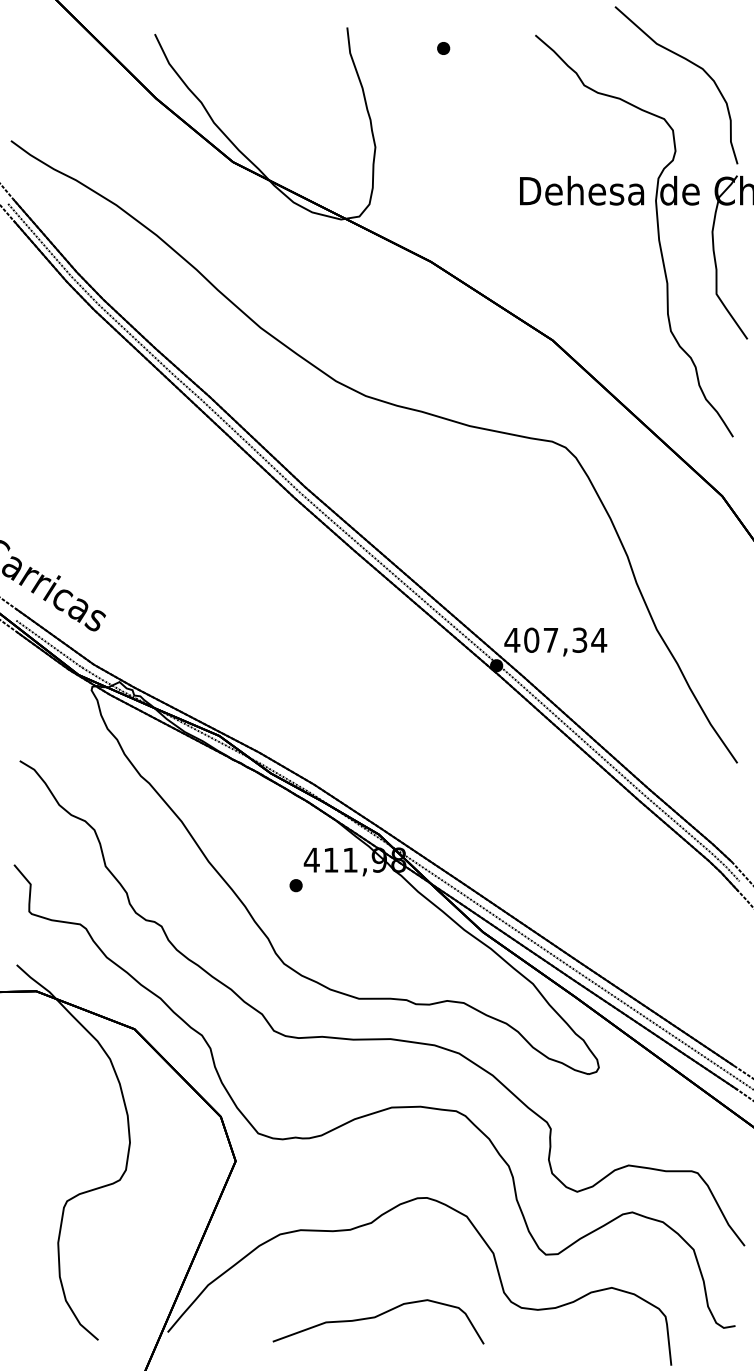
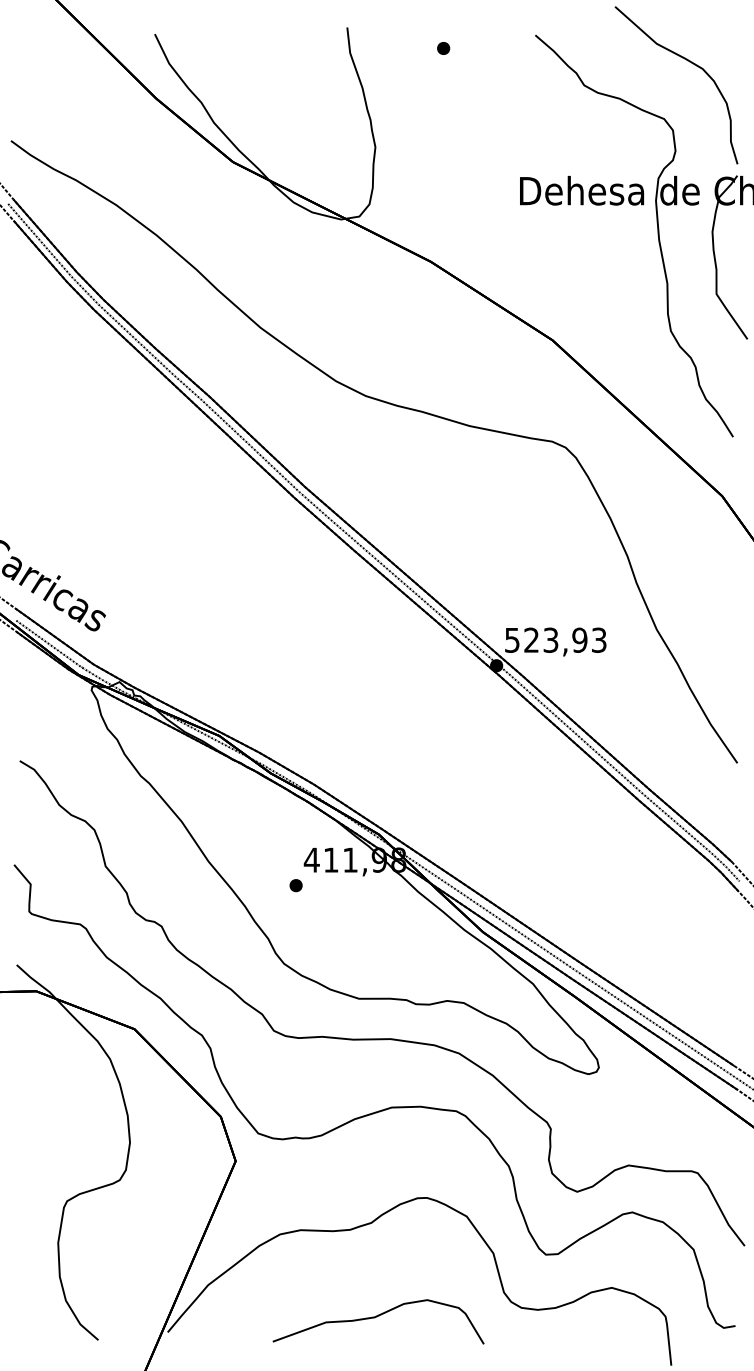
text at (555, 639): 407,34 -> 523,93
